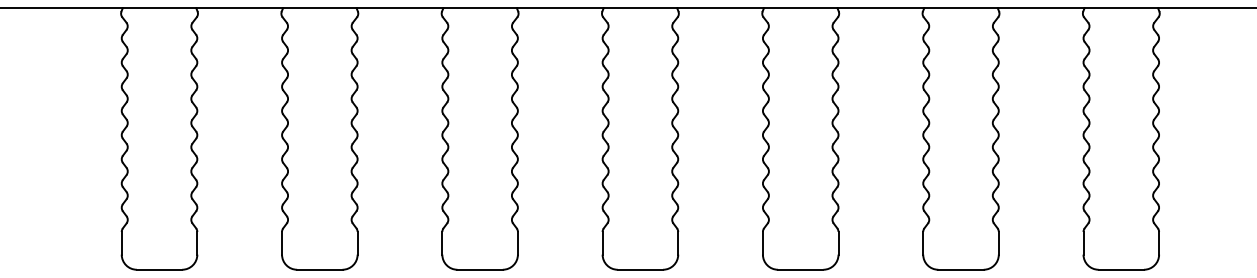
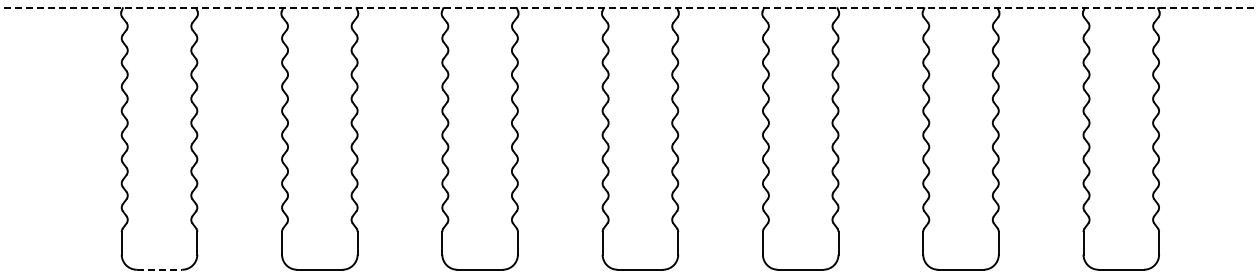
line at (628, 8): solid -> dashed
line at (159, 269): solid -> dashed
